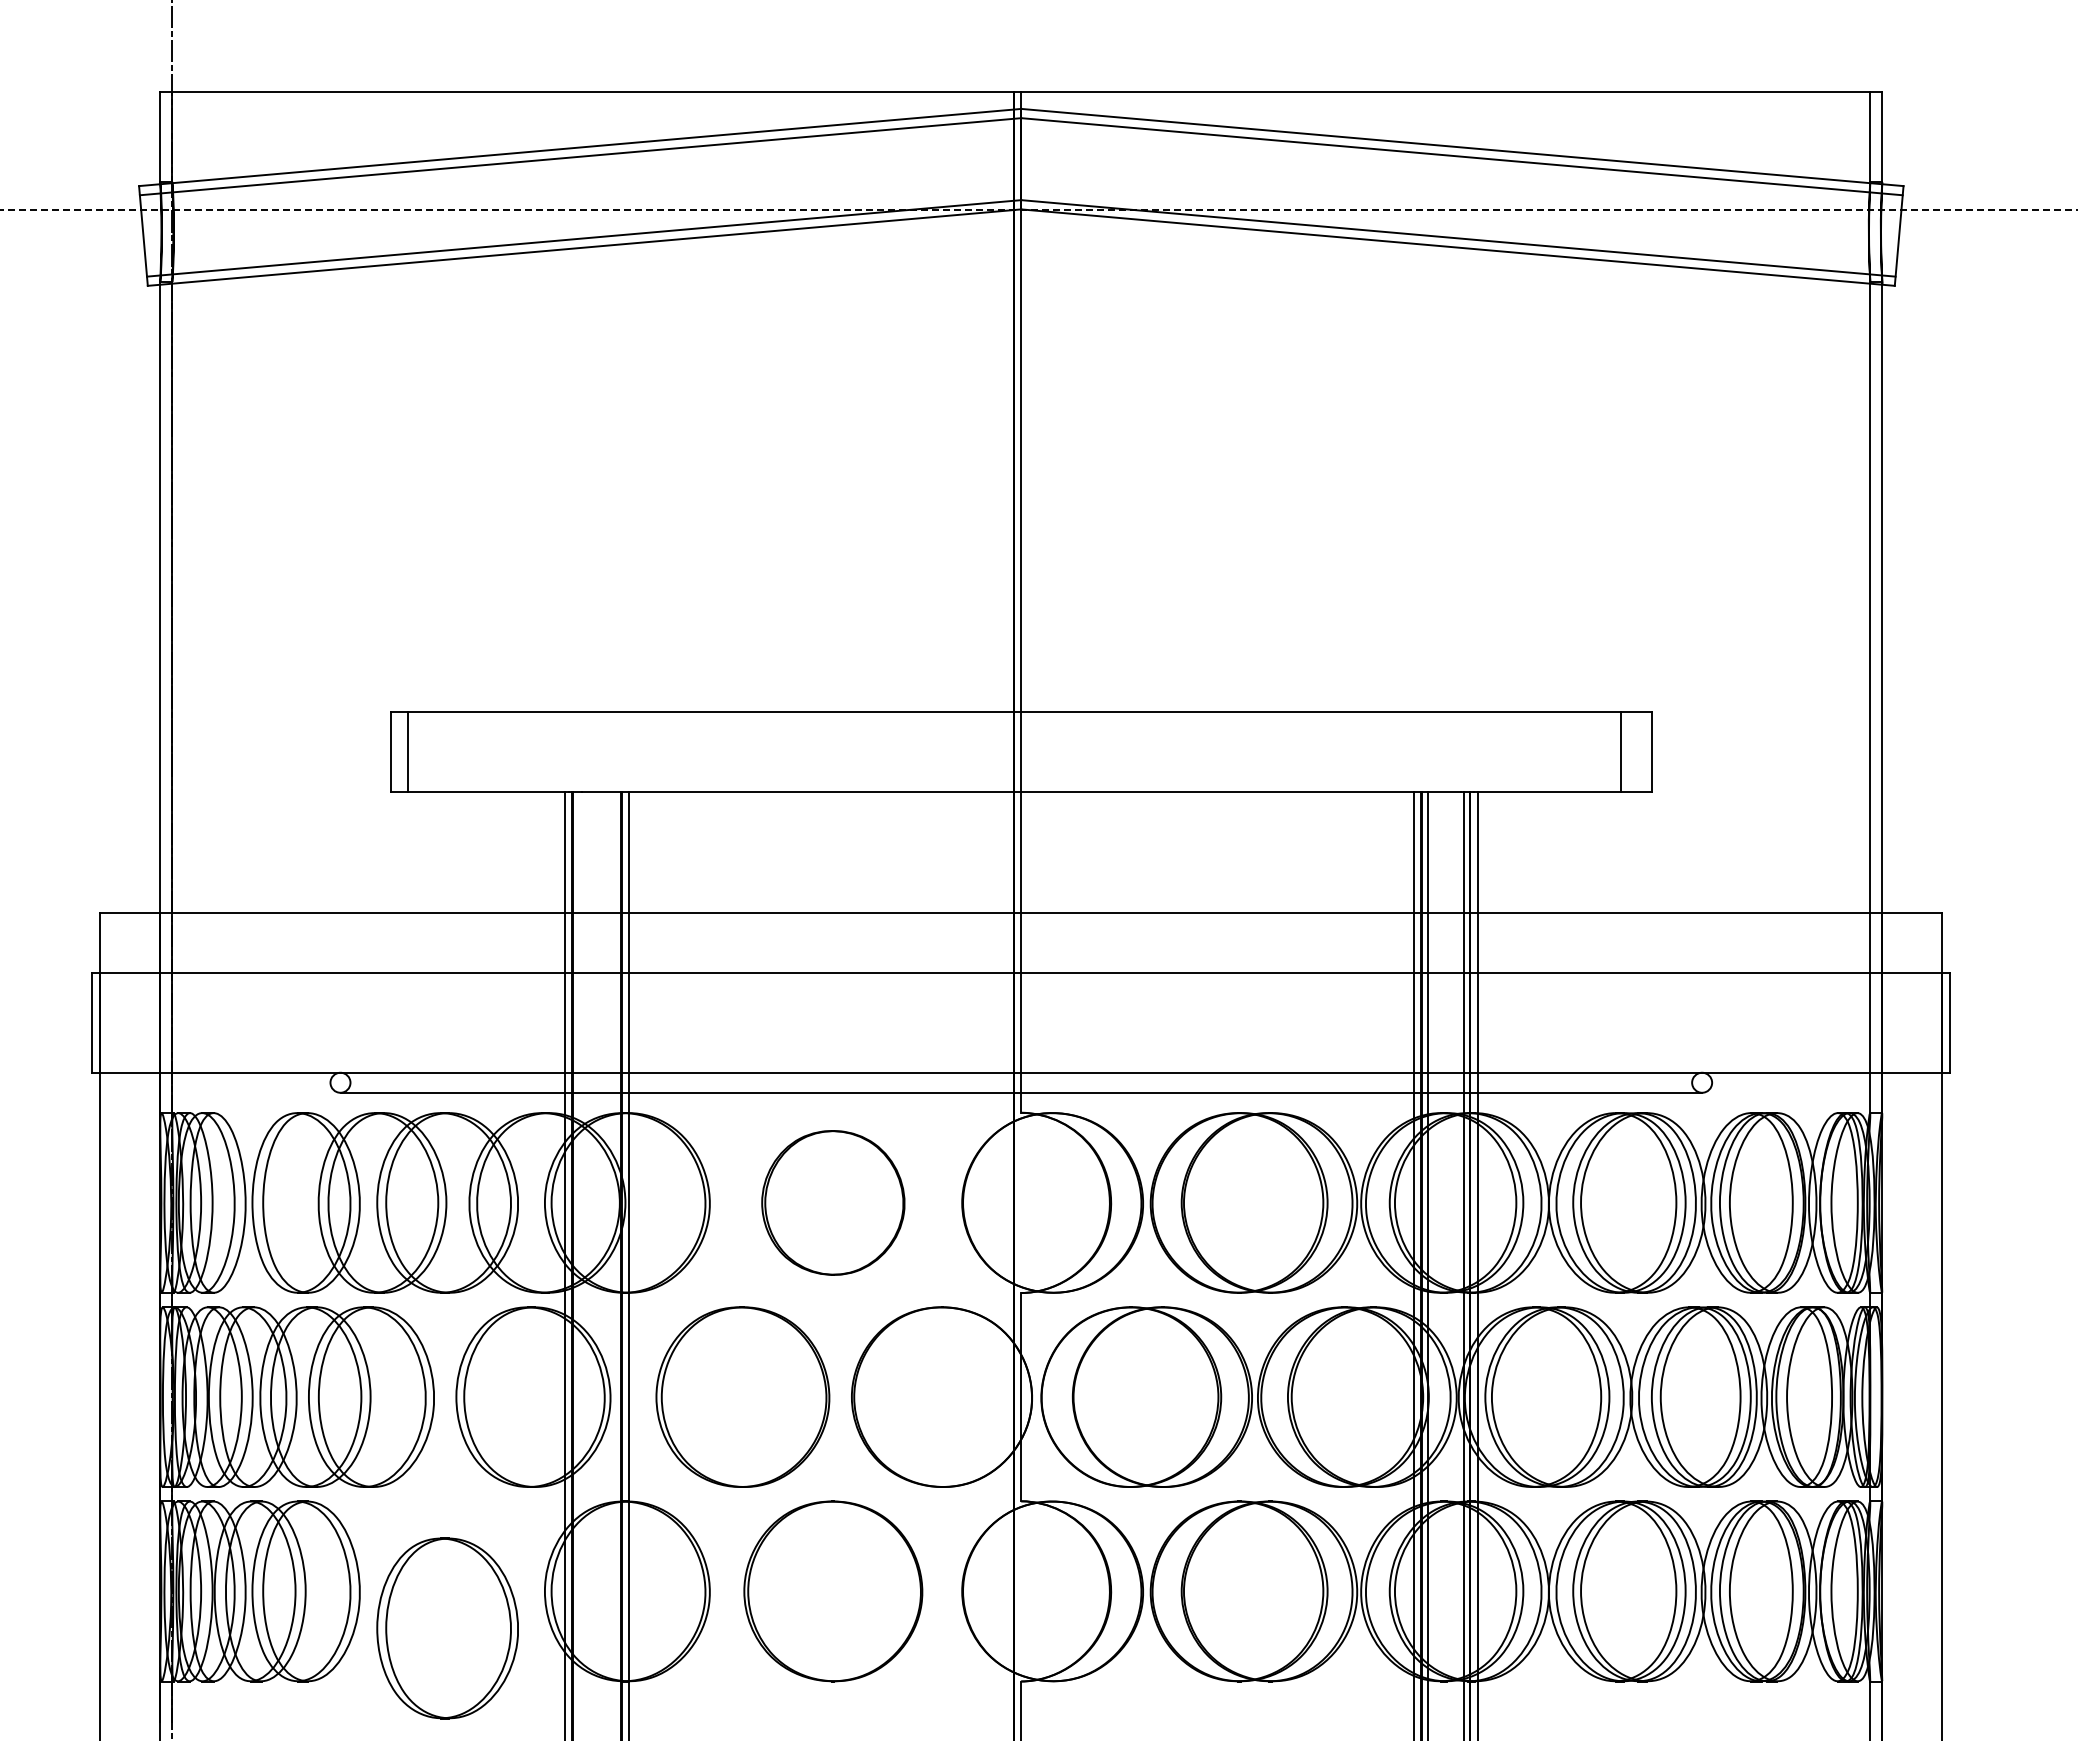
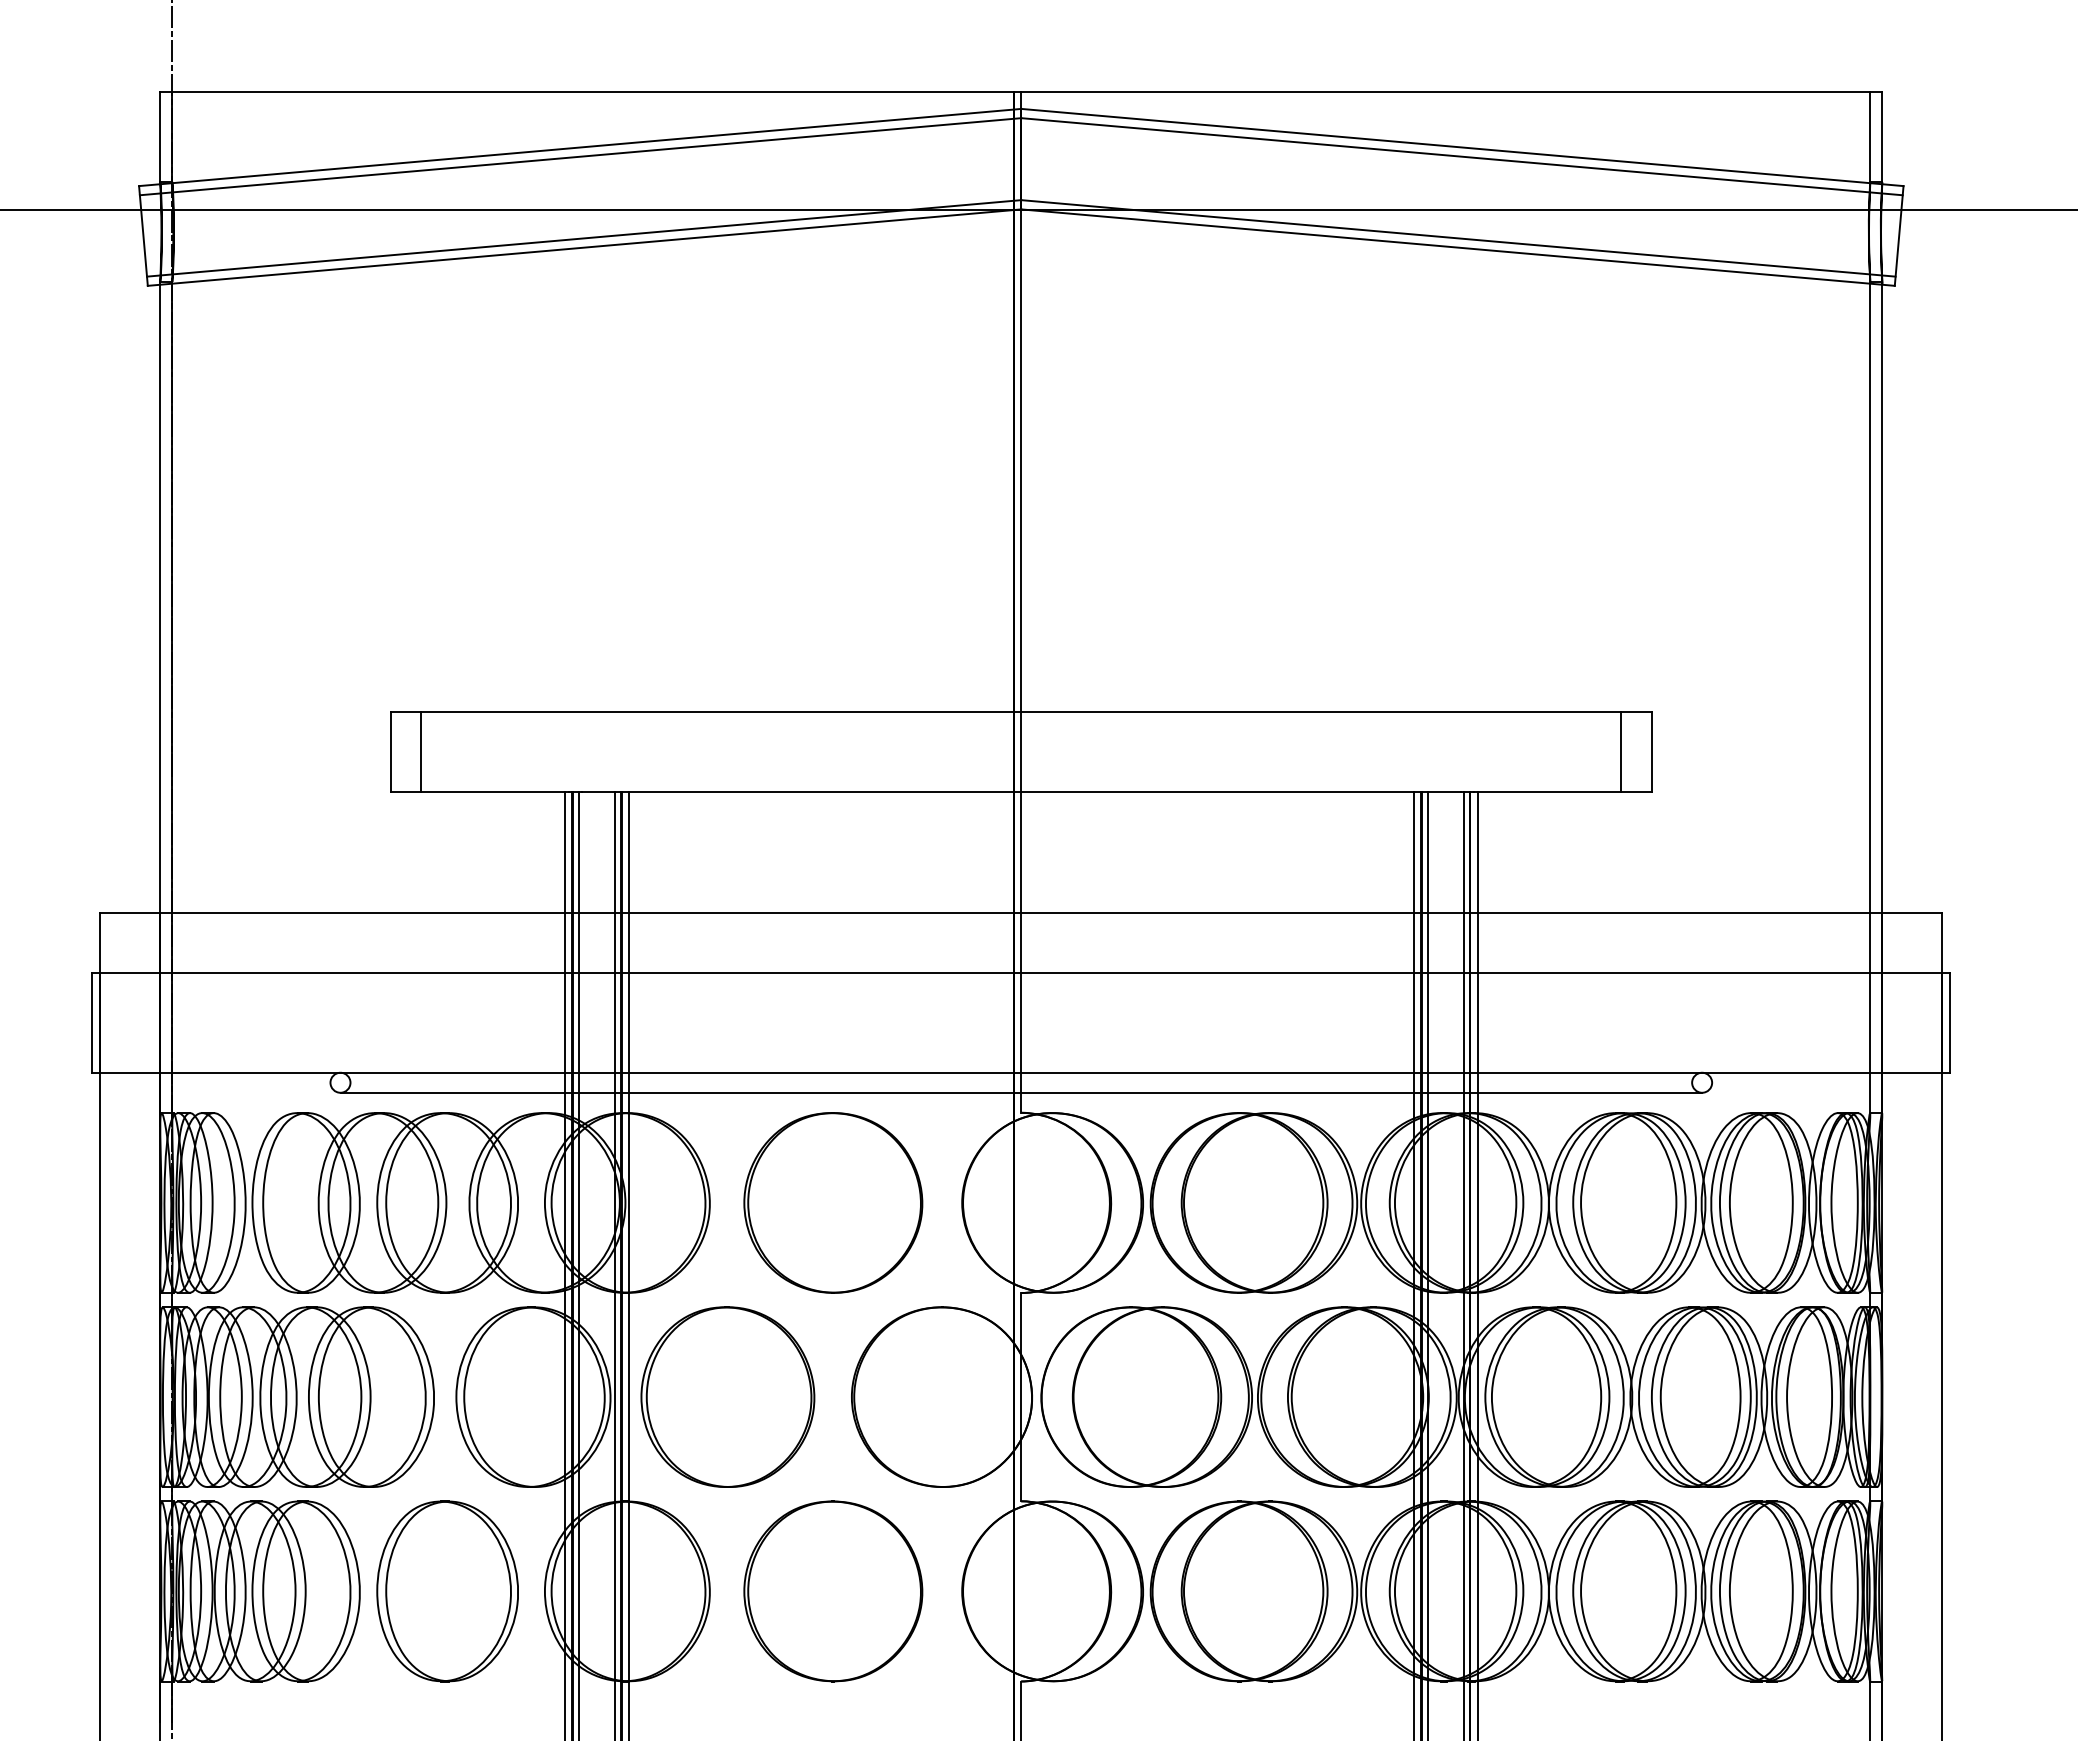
line at (1038, 209): dashed -> solid
line at (408, 752) position: (408, 752) -> (421, 752)
part at (833, 1202) size: 145x146 px -> 181x182 px
line at (579, 1264): none -> present
line at (615, 1264): none -> present
part at (742, 1396) position: (742, 1396) -> (727, 1396)
part at (447, 1628) position: (447, 1628) -> (447, 1591)
